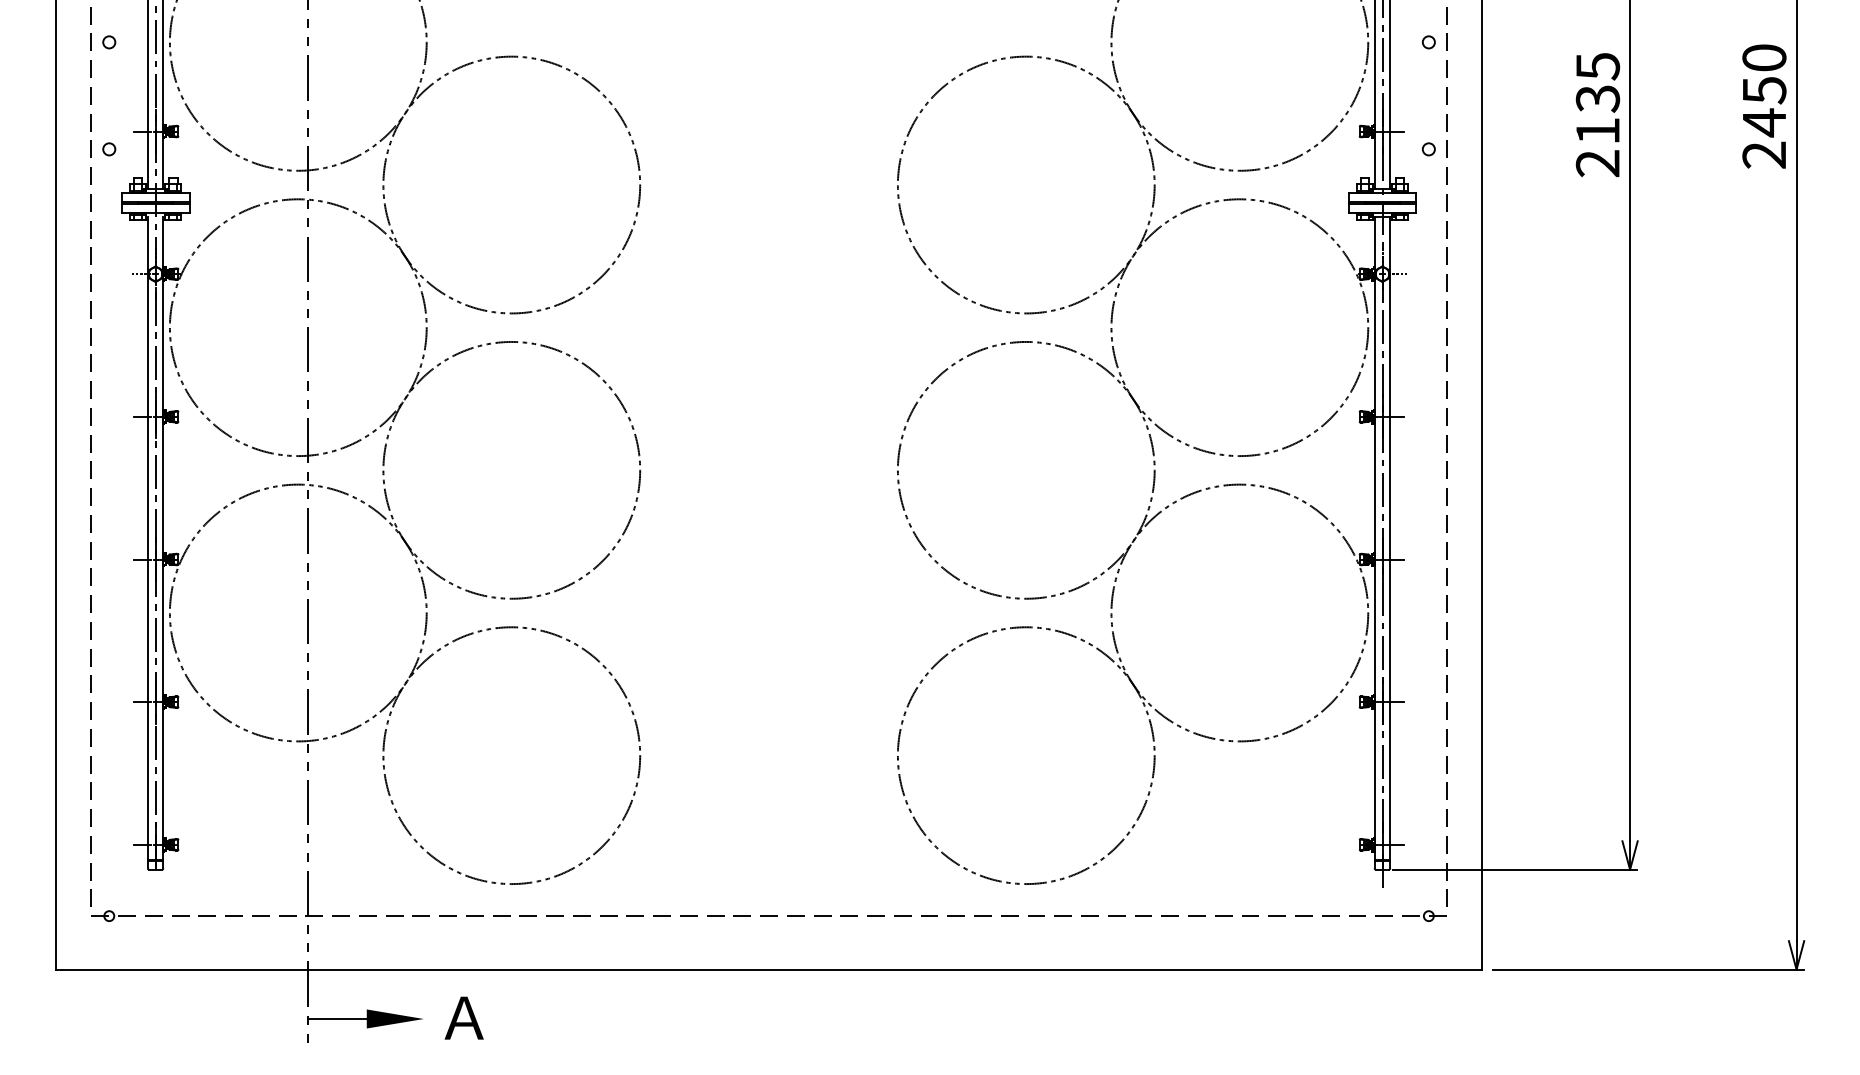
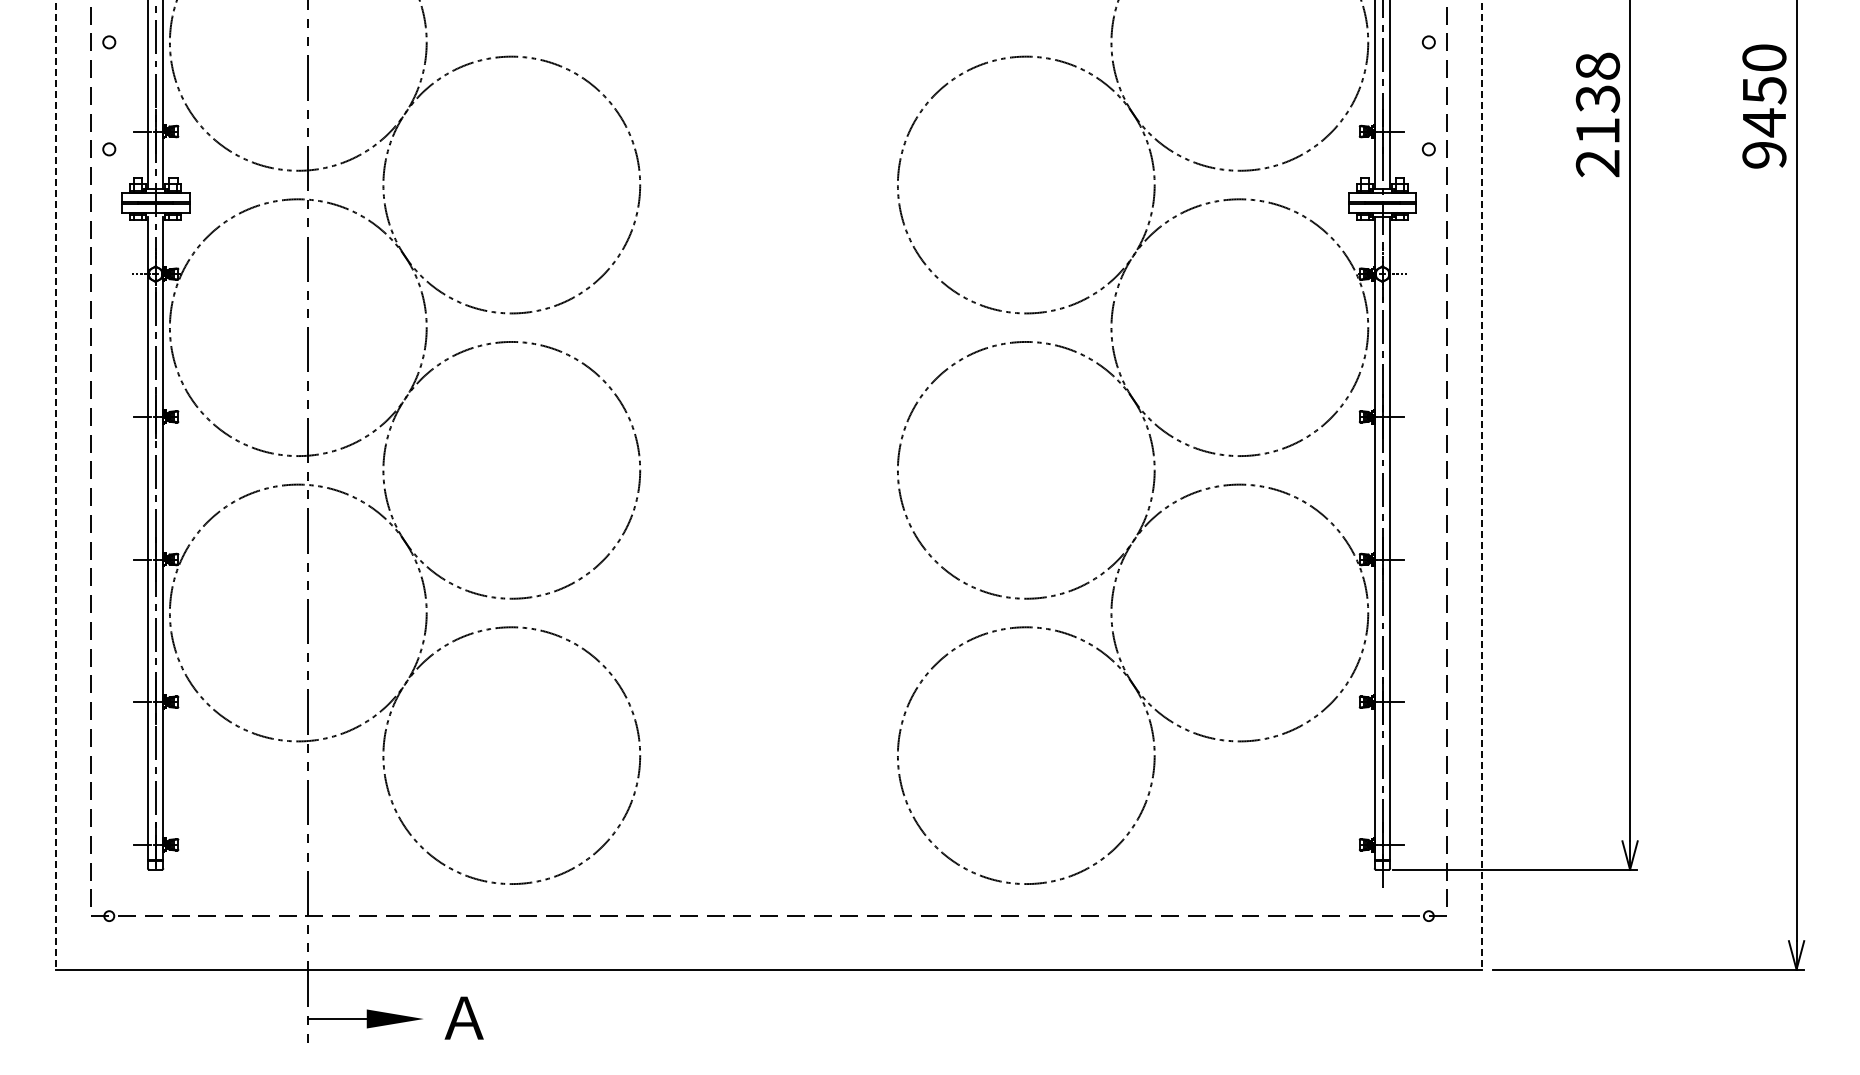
text at (1598, 66): 2135 -> 2138
text at (1764, 154): 2450 -> 9450
line at (55, 485): solid -> dashed
line at (1482, 485): solid -> dashed
